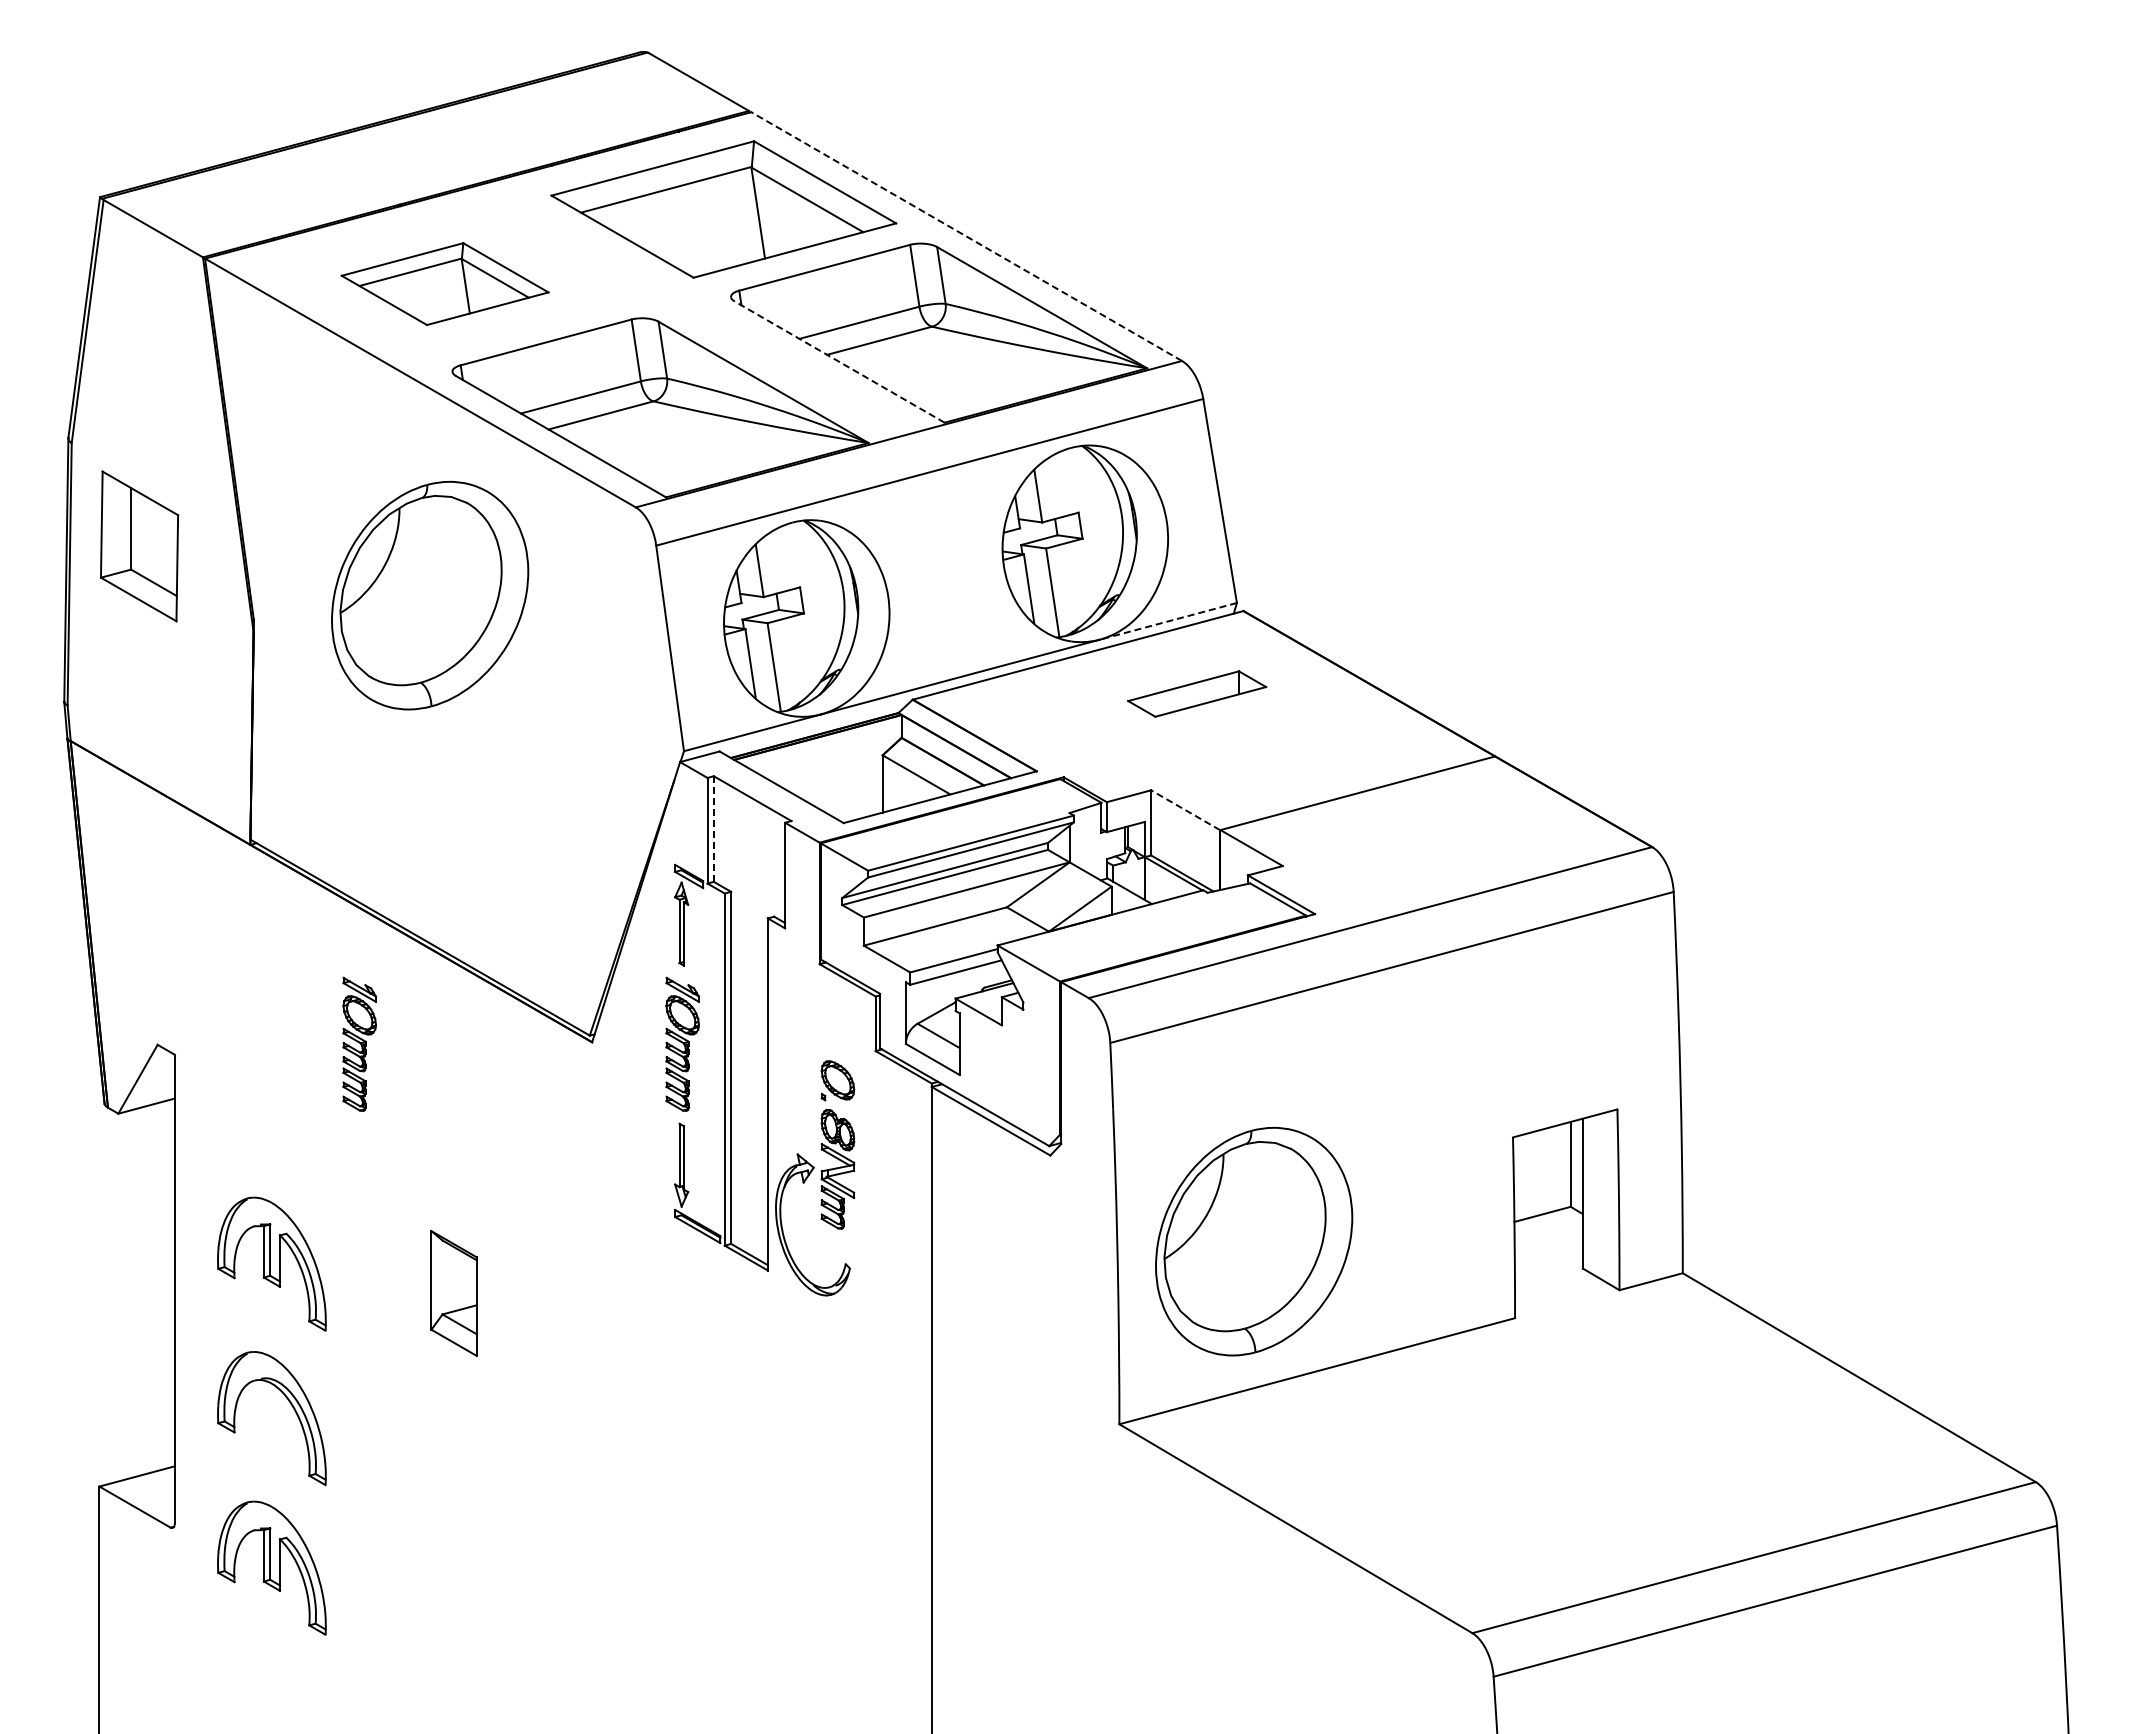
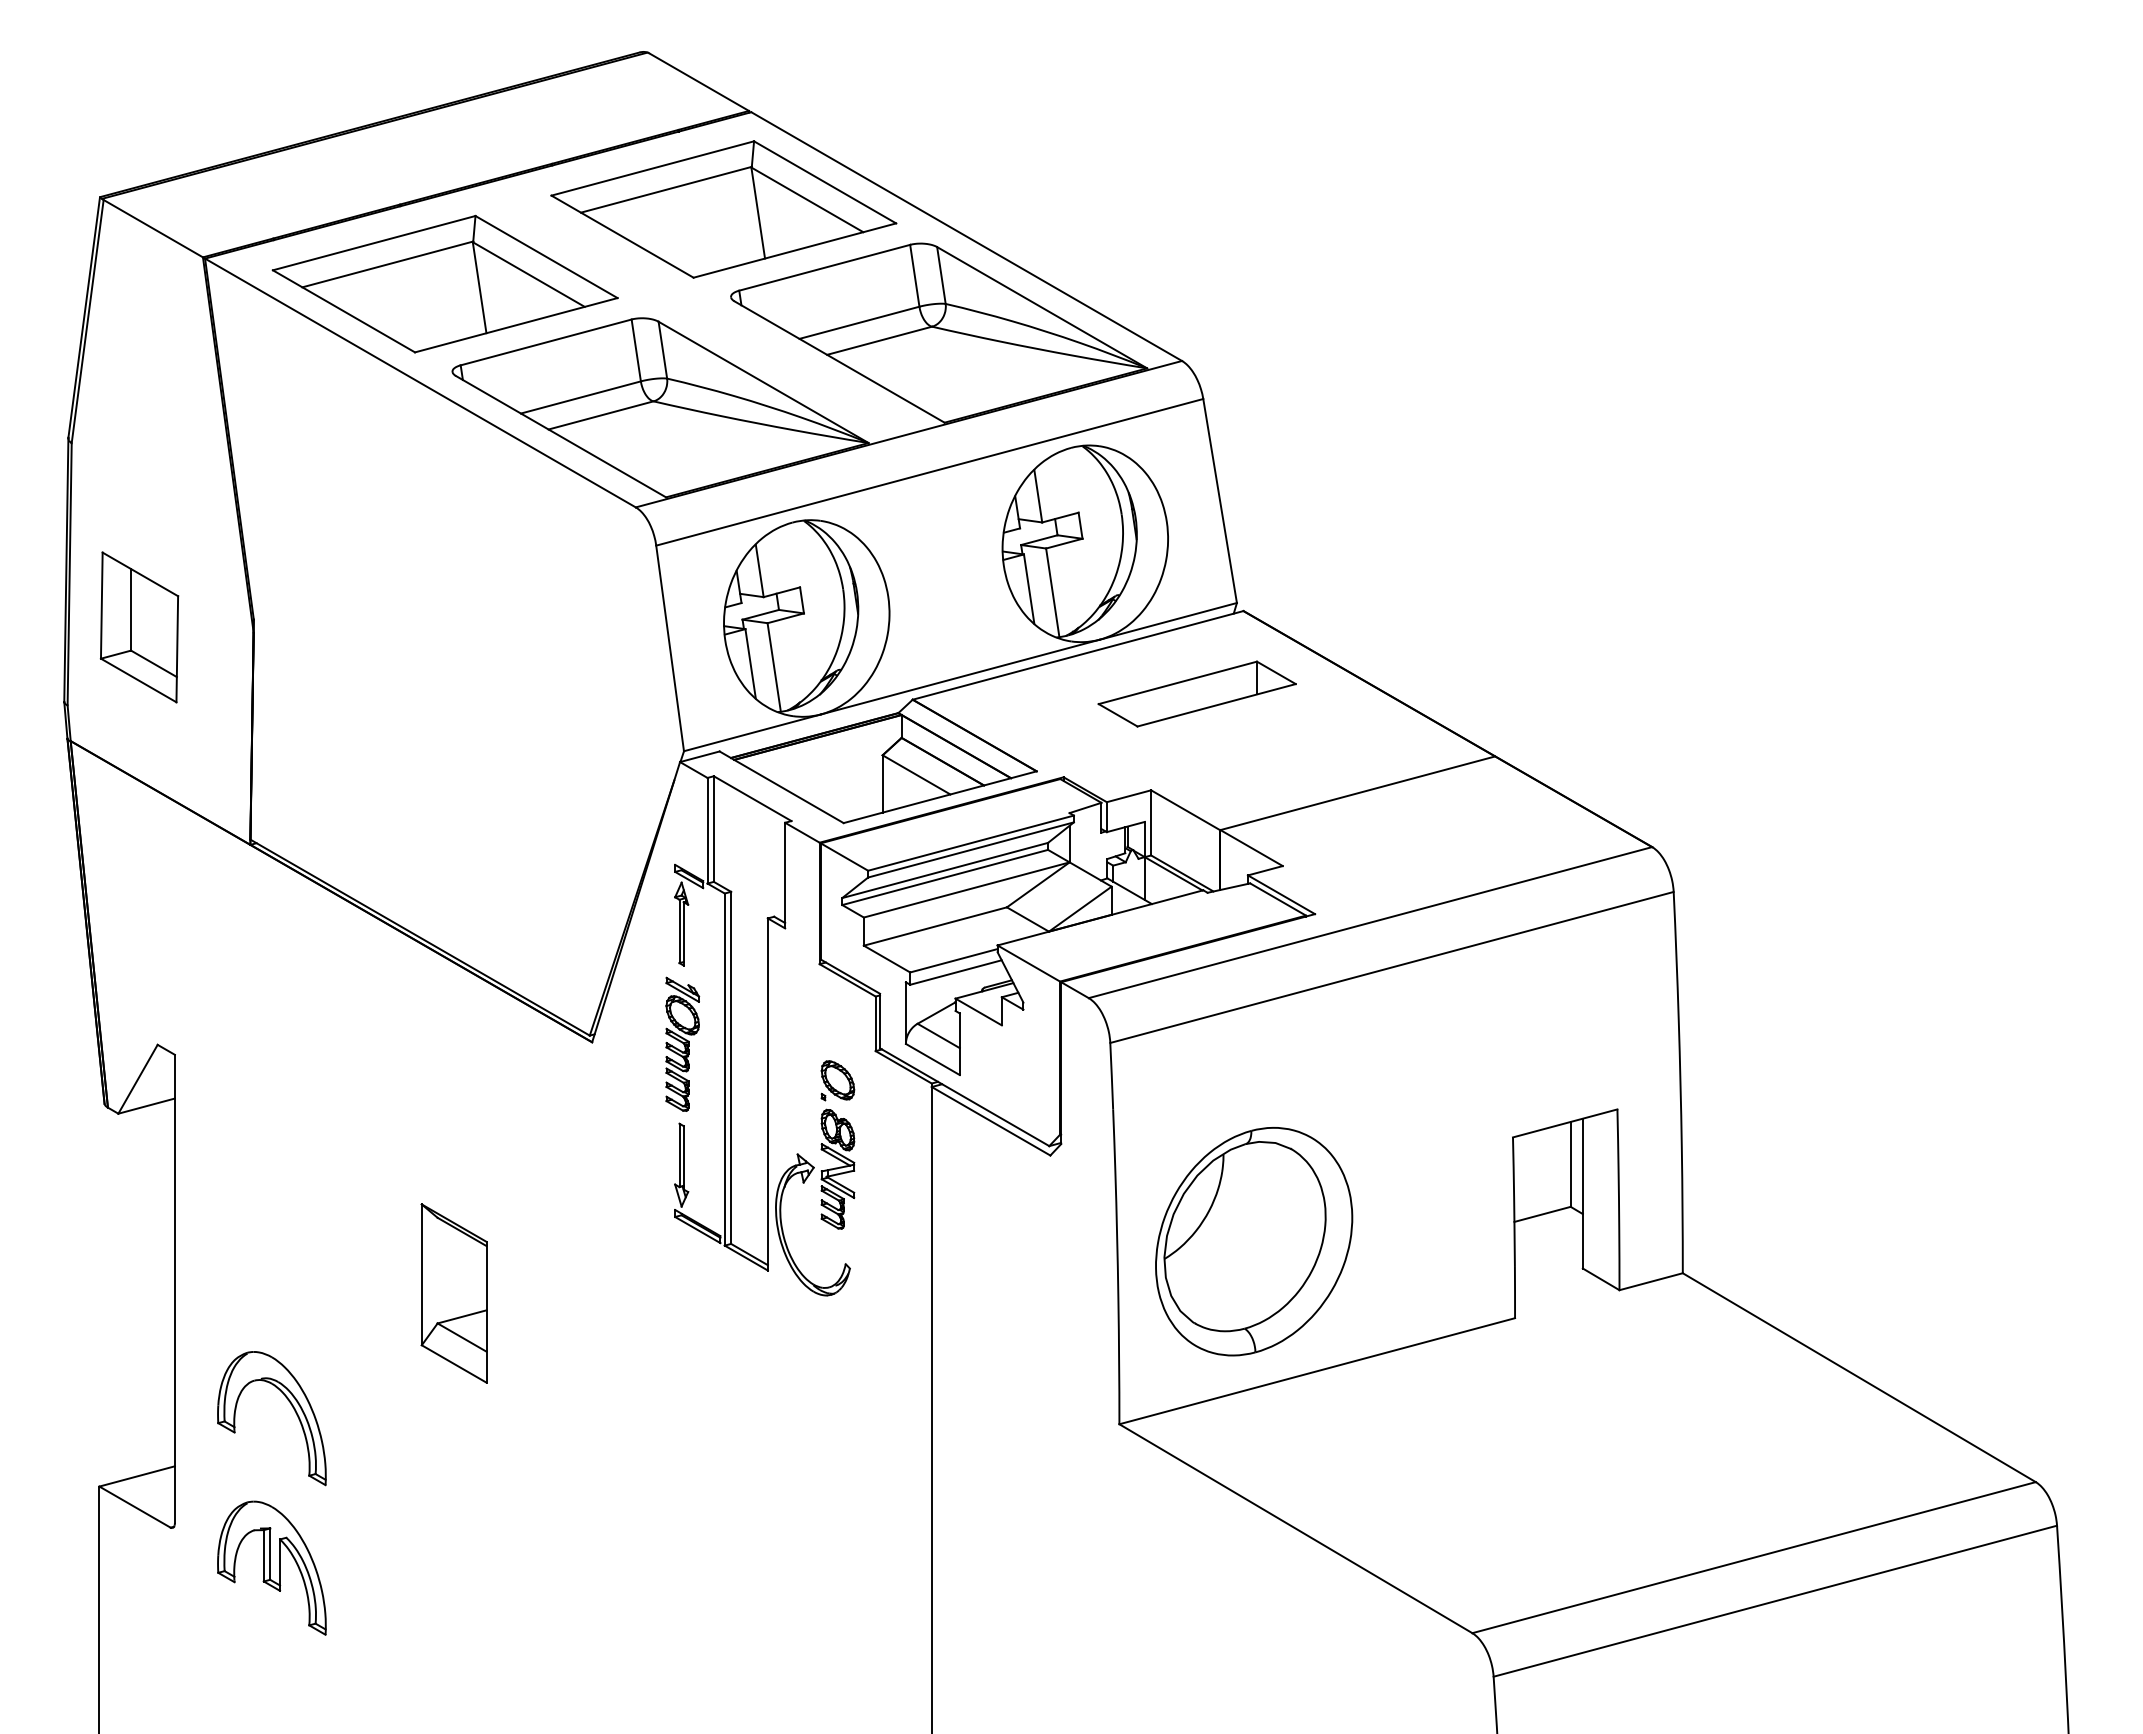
line at (966, 236): dashed -> solid
part at (444, 284) size: 210x85 px -> 348x140 px
line at (839, 361): dashed -> solid
part at (139, 546) position: (139, 546) -> (139, 627)
part at (430, 595): present -> none
line at (1167, 621): dashed -> solid
part at (1197, 693) size: 141x48 px -> 200x68 px
line at (1185, 810): dashed -> solid
line at (713, 829): dashed -> solid
part at (359, 1043): present -> none
part at (271, 1263): present -> none
part at (453, 1293) size: 48x127 px -> 68x181 px
